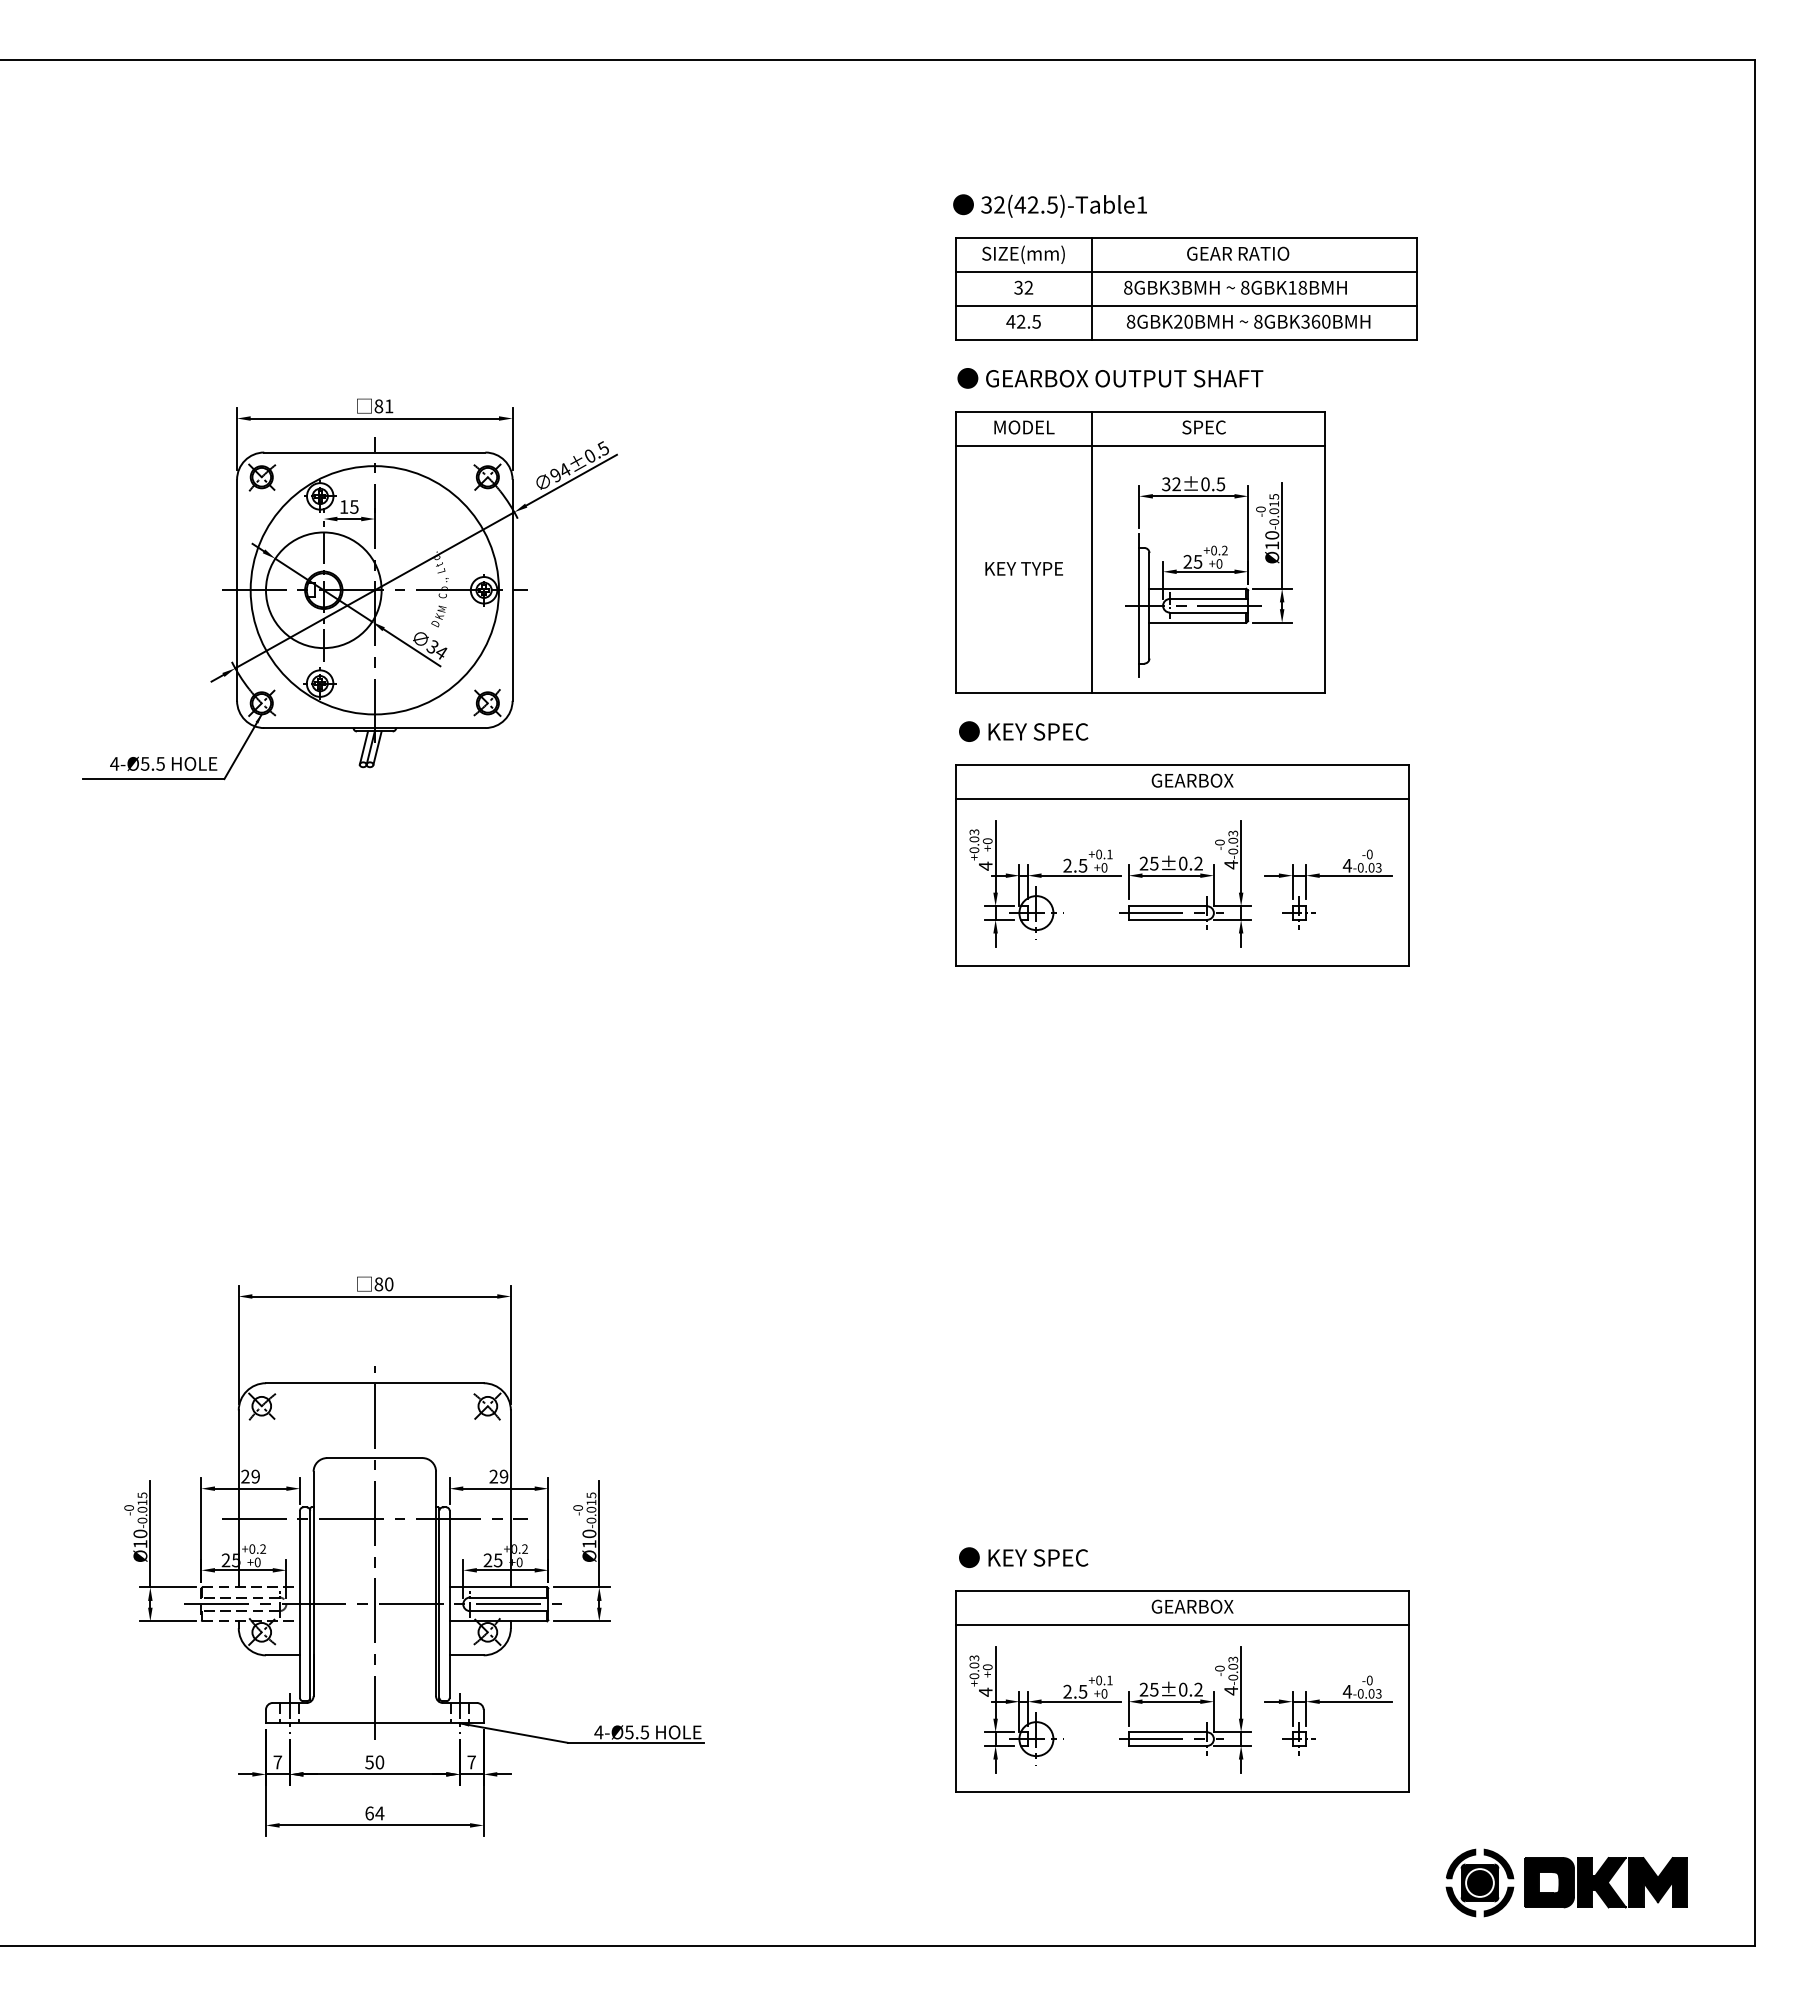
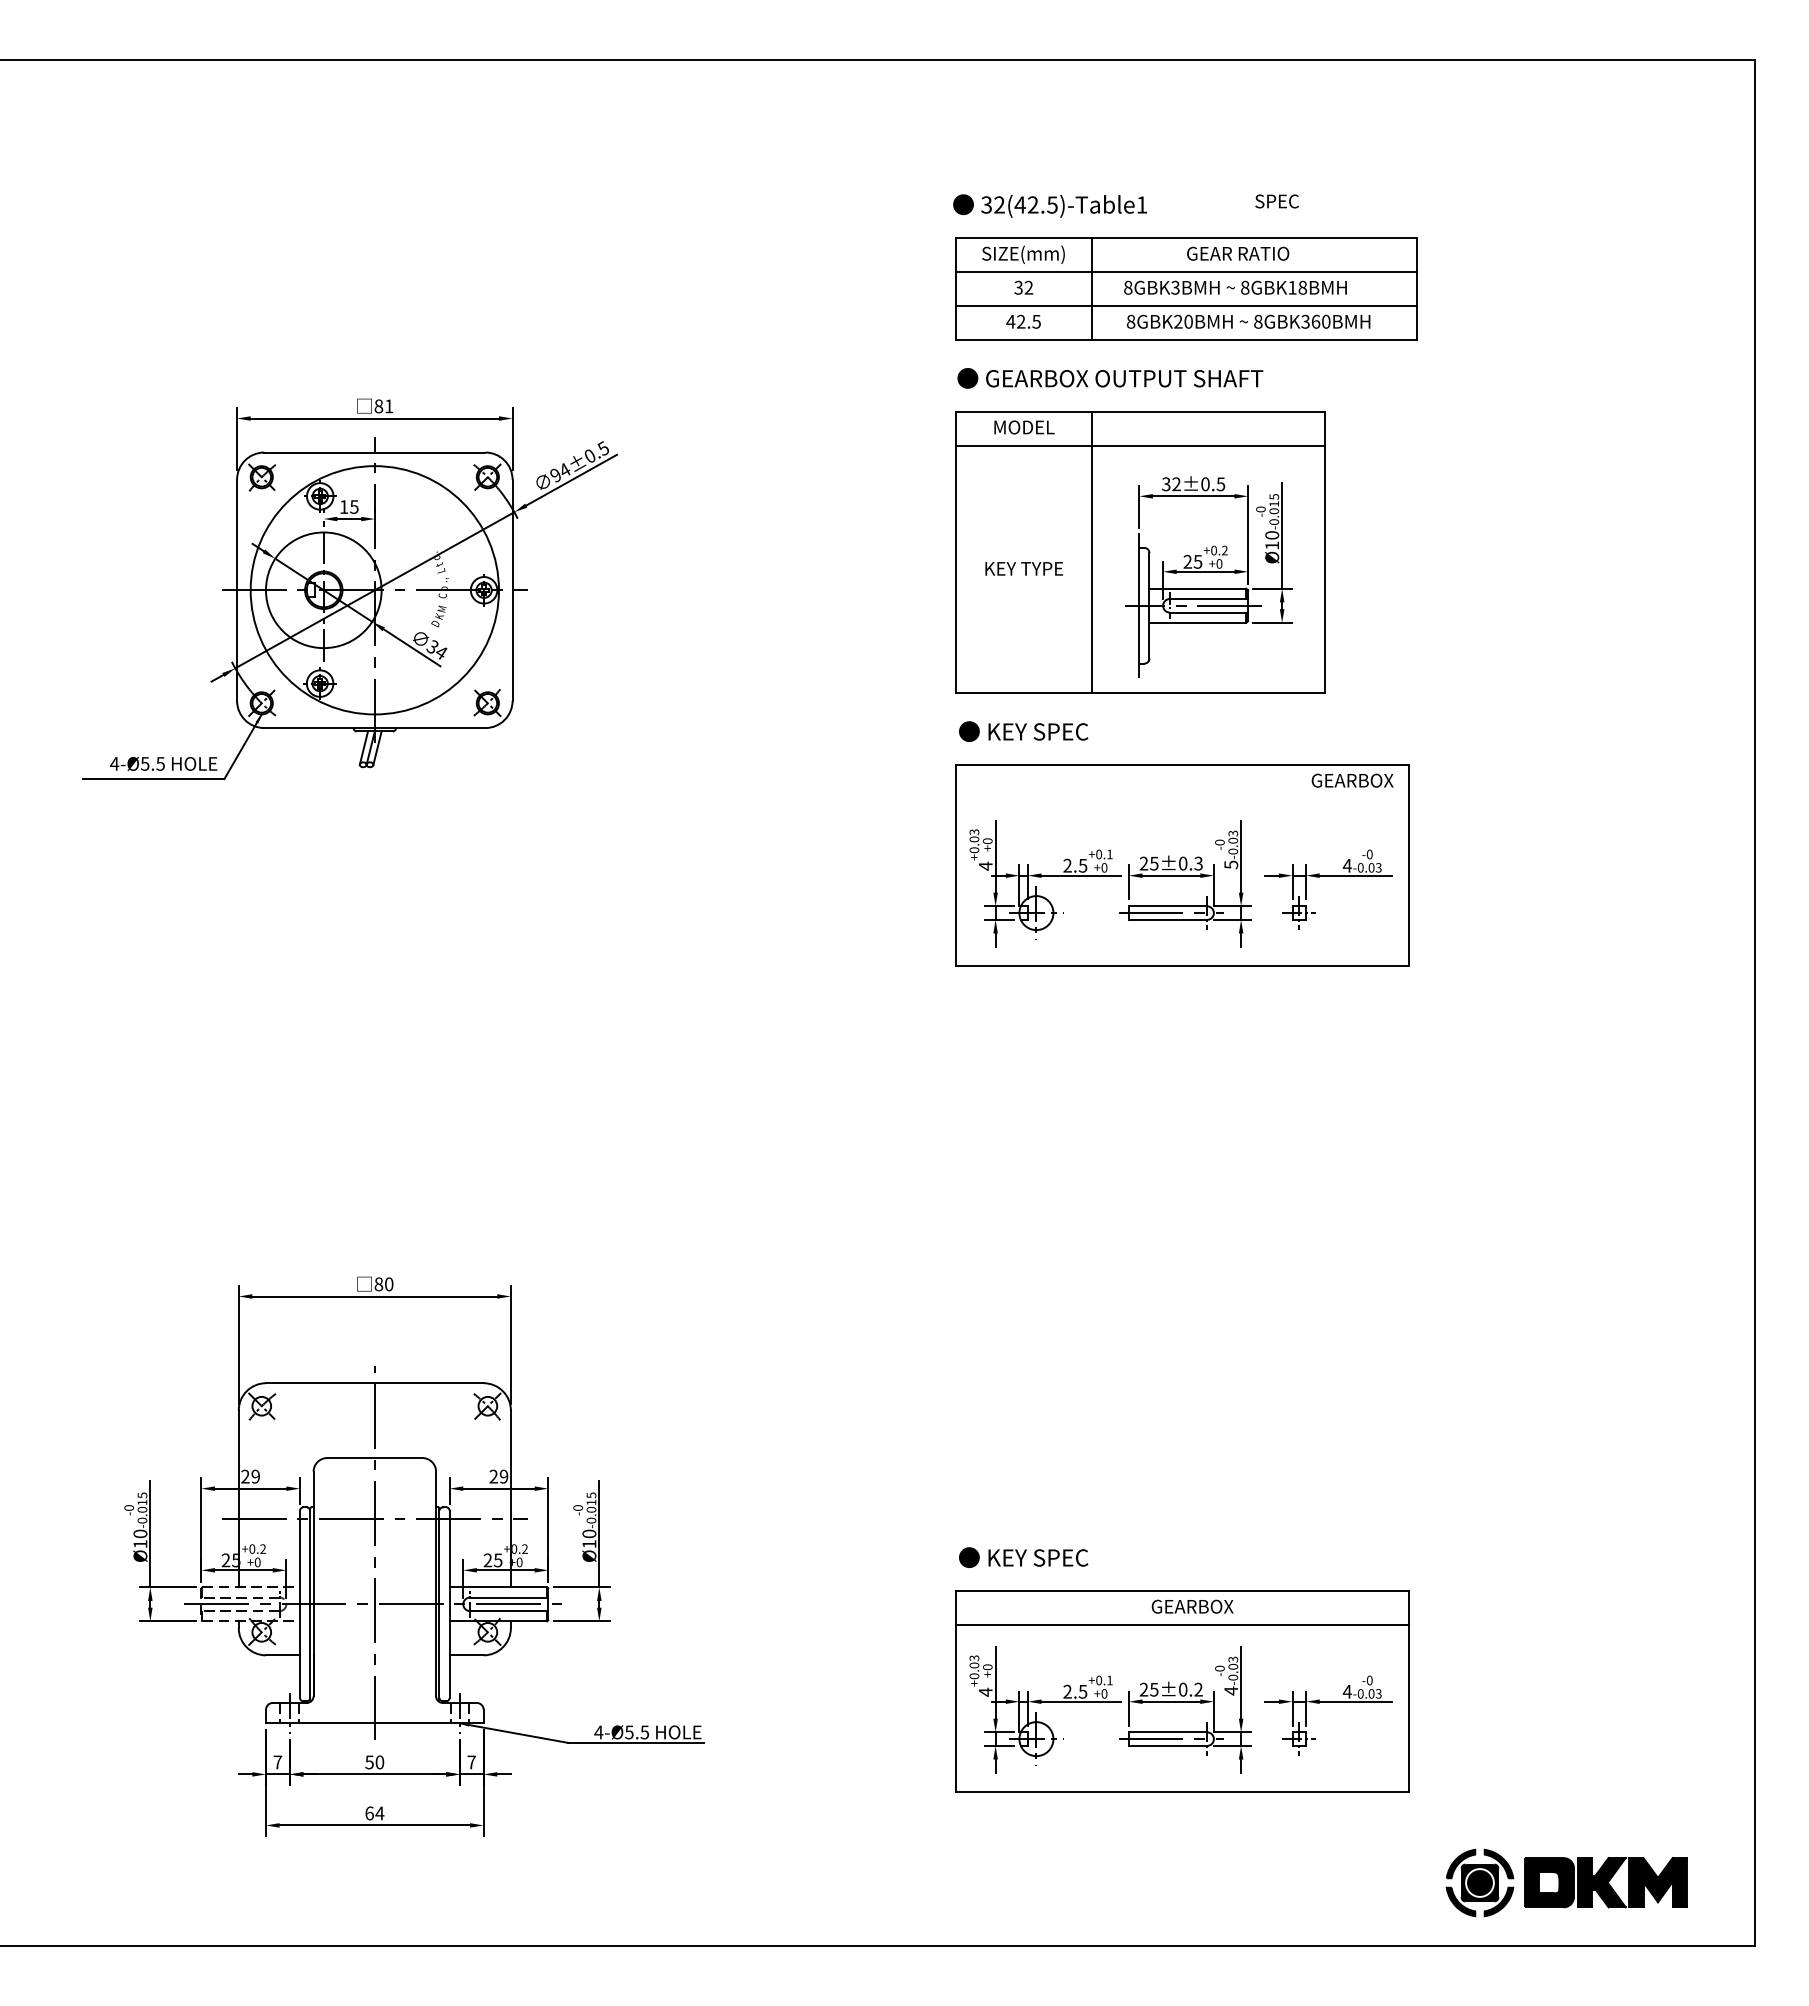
text at (1203, 427) position: (1203, 427) -> (1276, 201)
text at (1192, 780) position: (1192, 780) -> (1352, 780)
line at (1182, 799): present -> none
text at (1198, 863): 0.2 -> 0.3
text at (1231, 864): 4 -> 5
